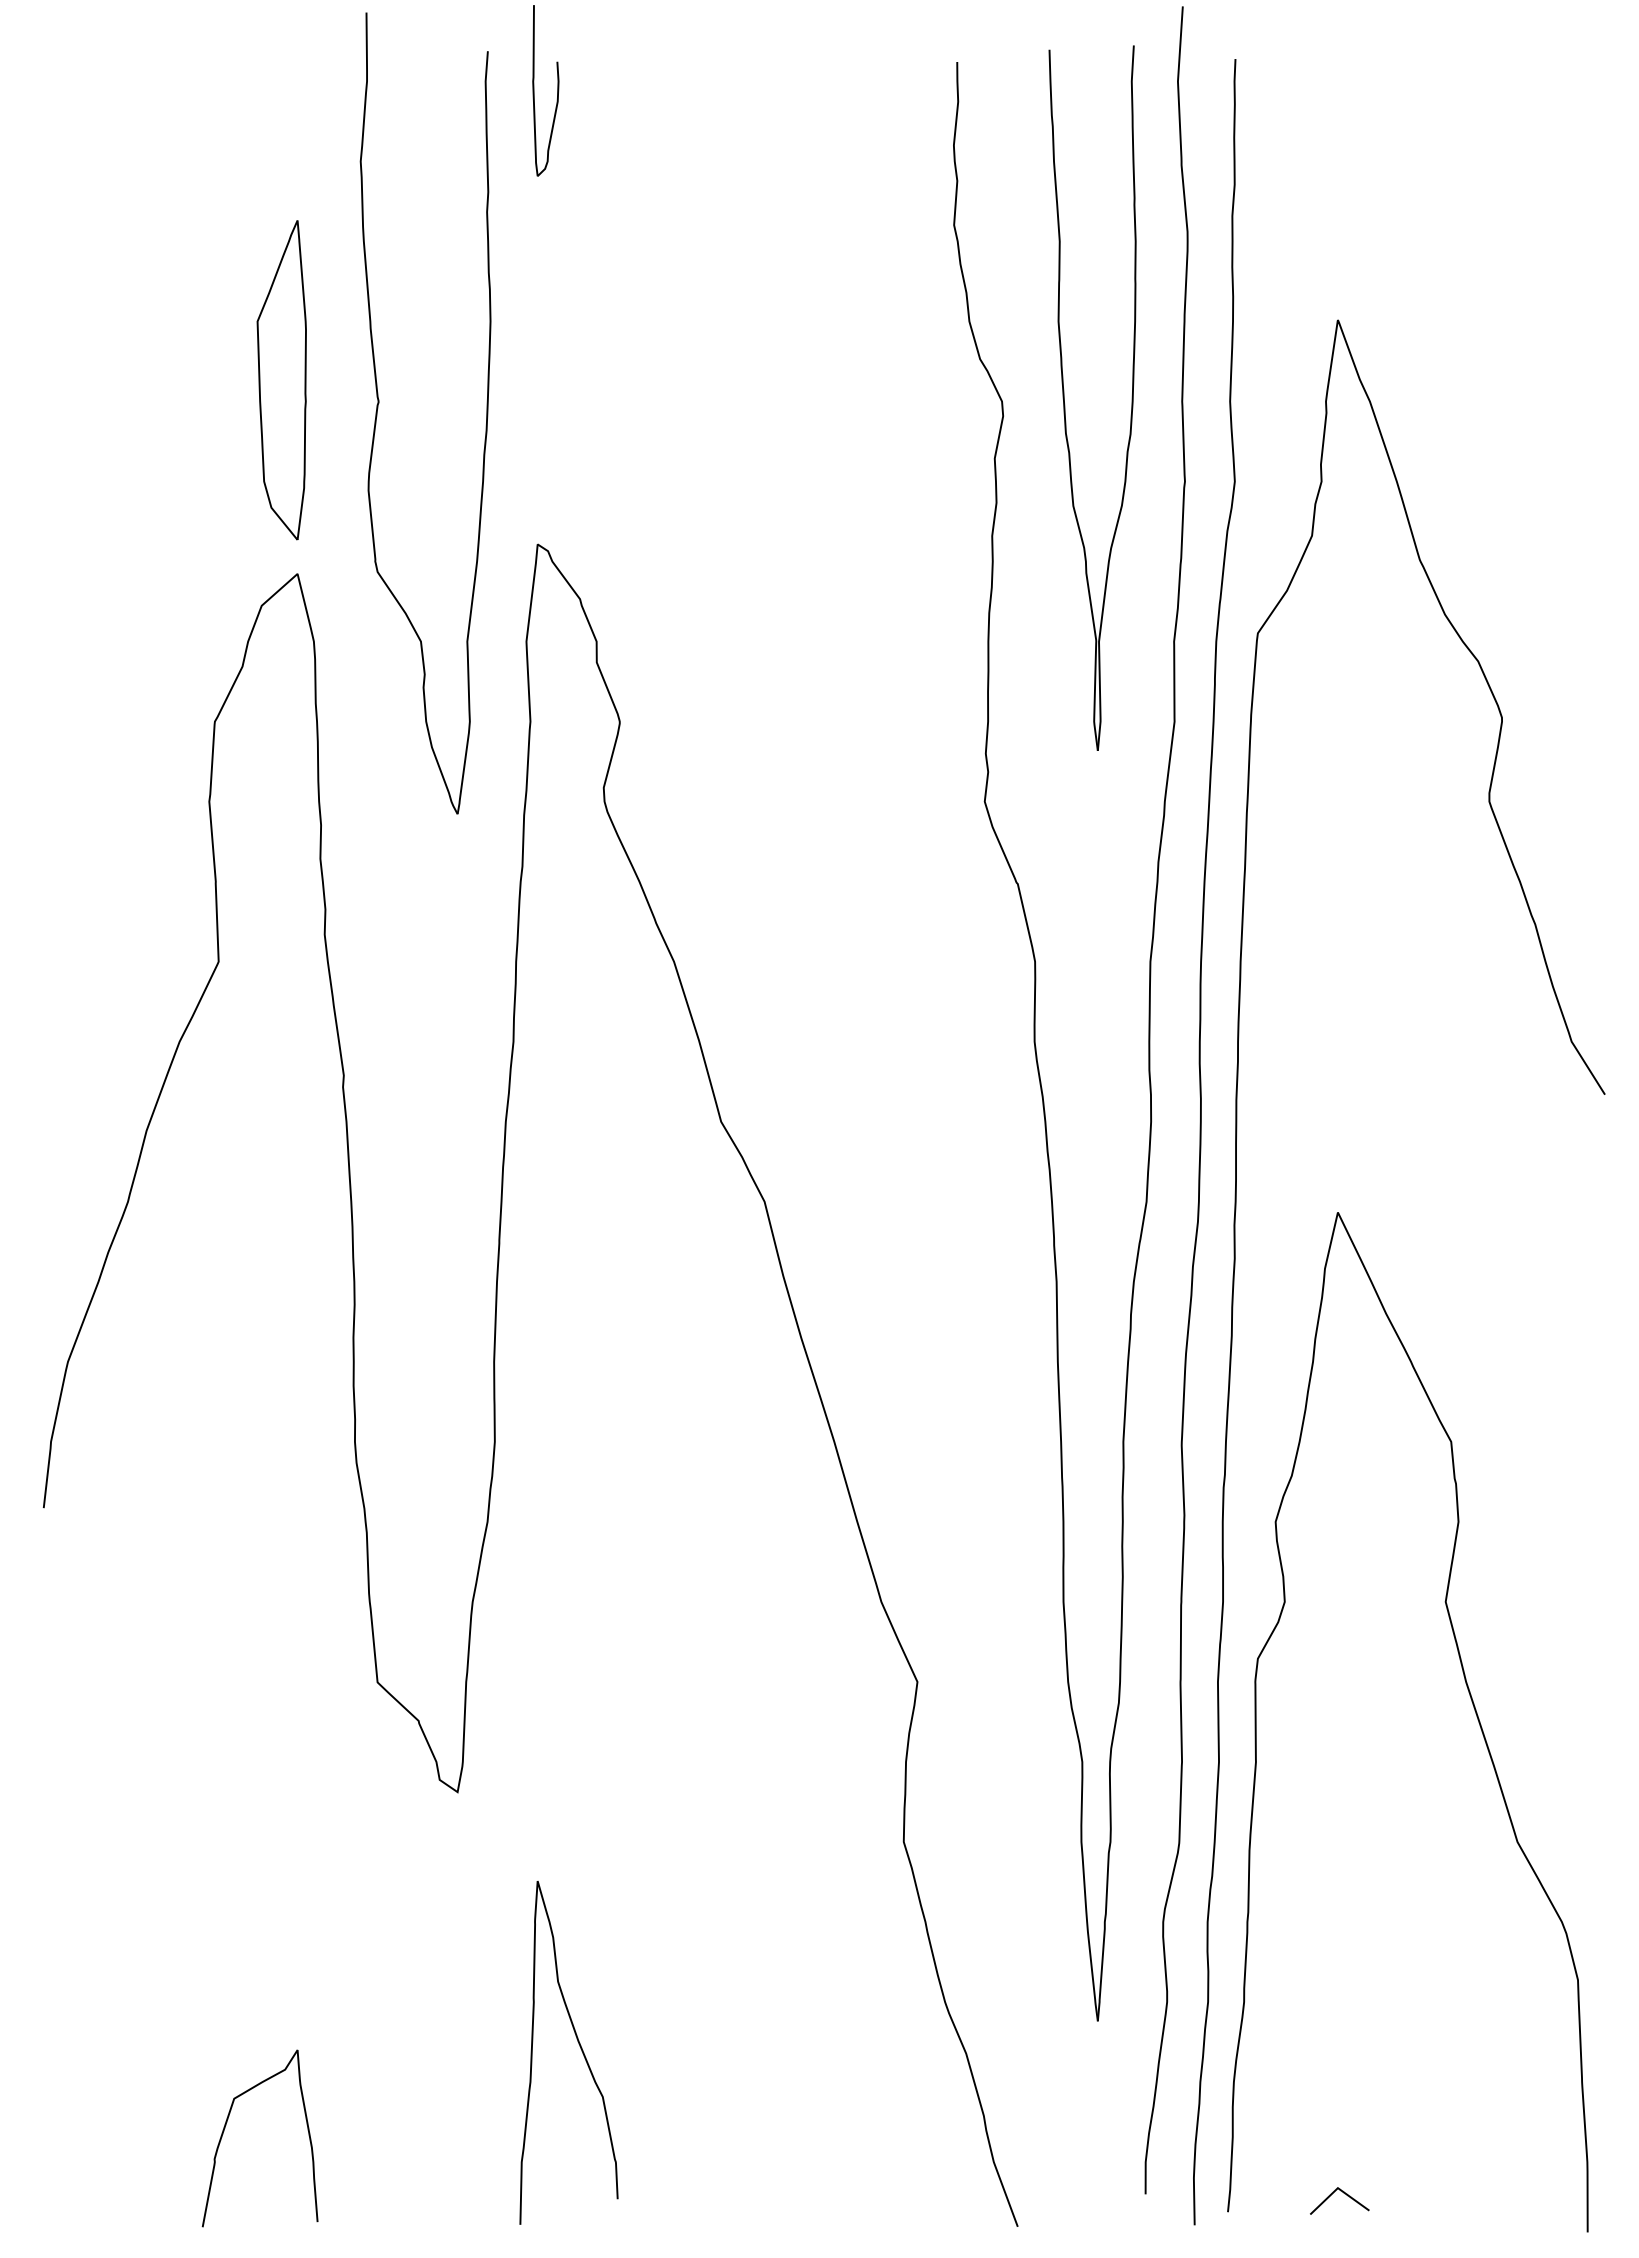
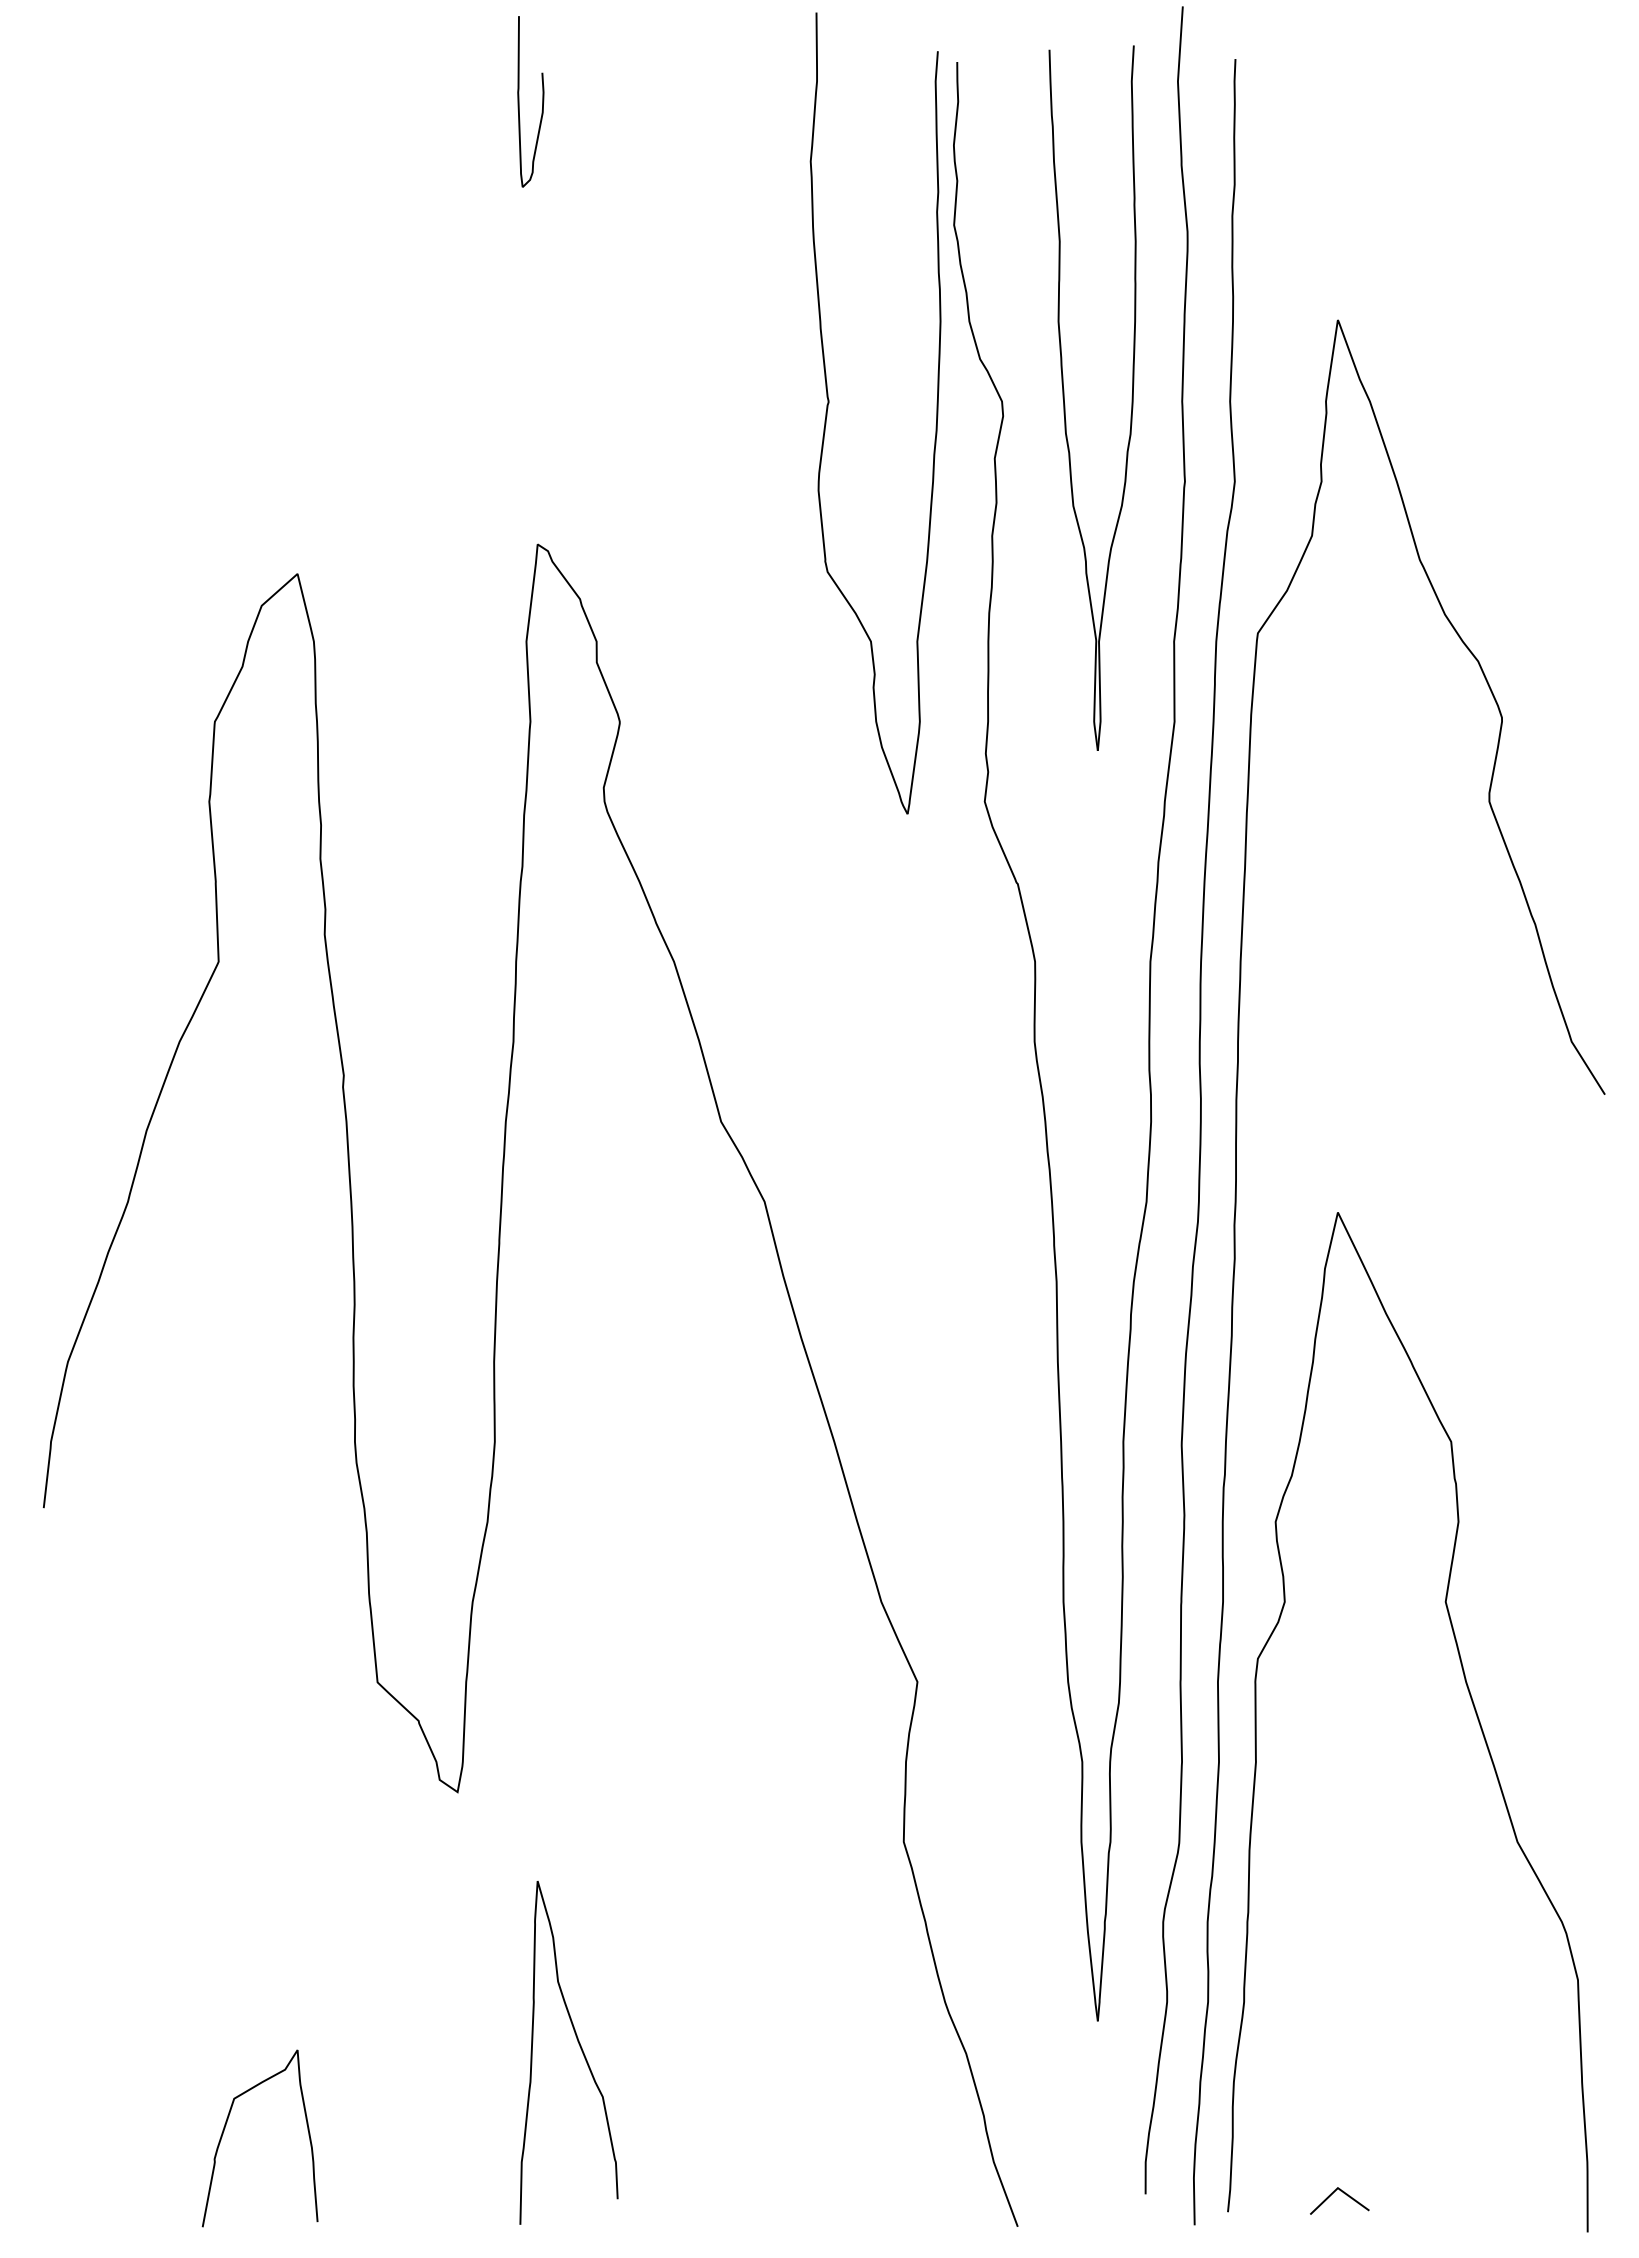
curve at (534, 90) position: (534, 90) -> (519, 101)
part at (281, 380): present -> none
part at (379, 403) position: (379, 403) -> (829, 403)
